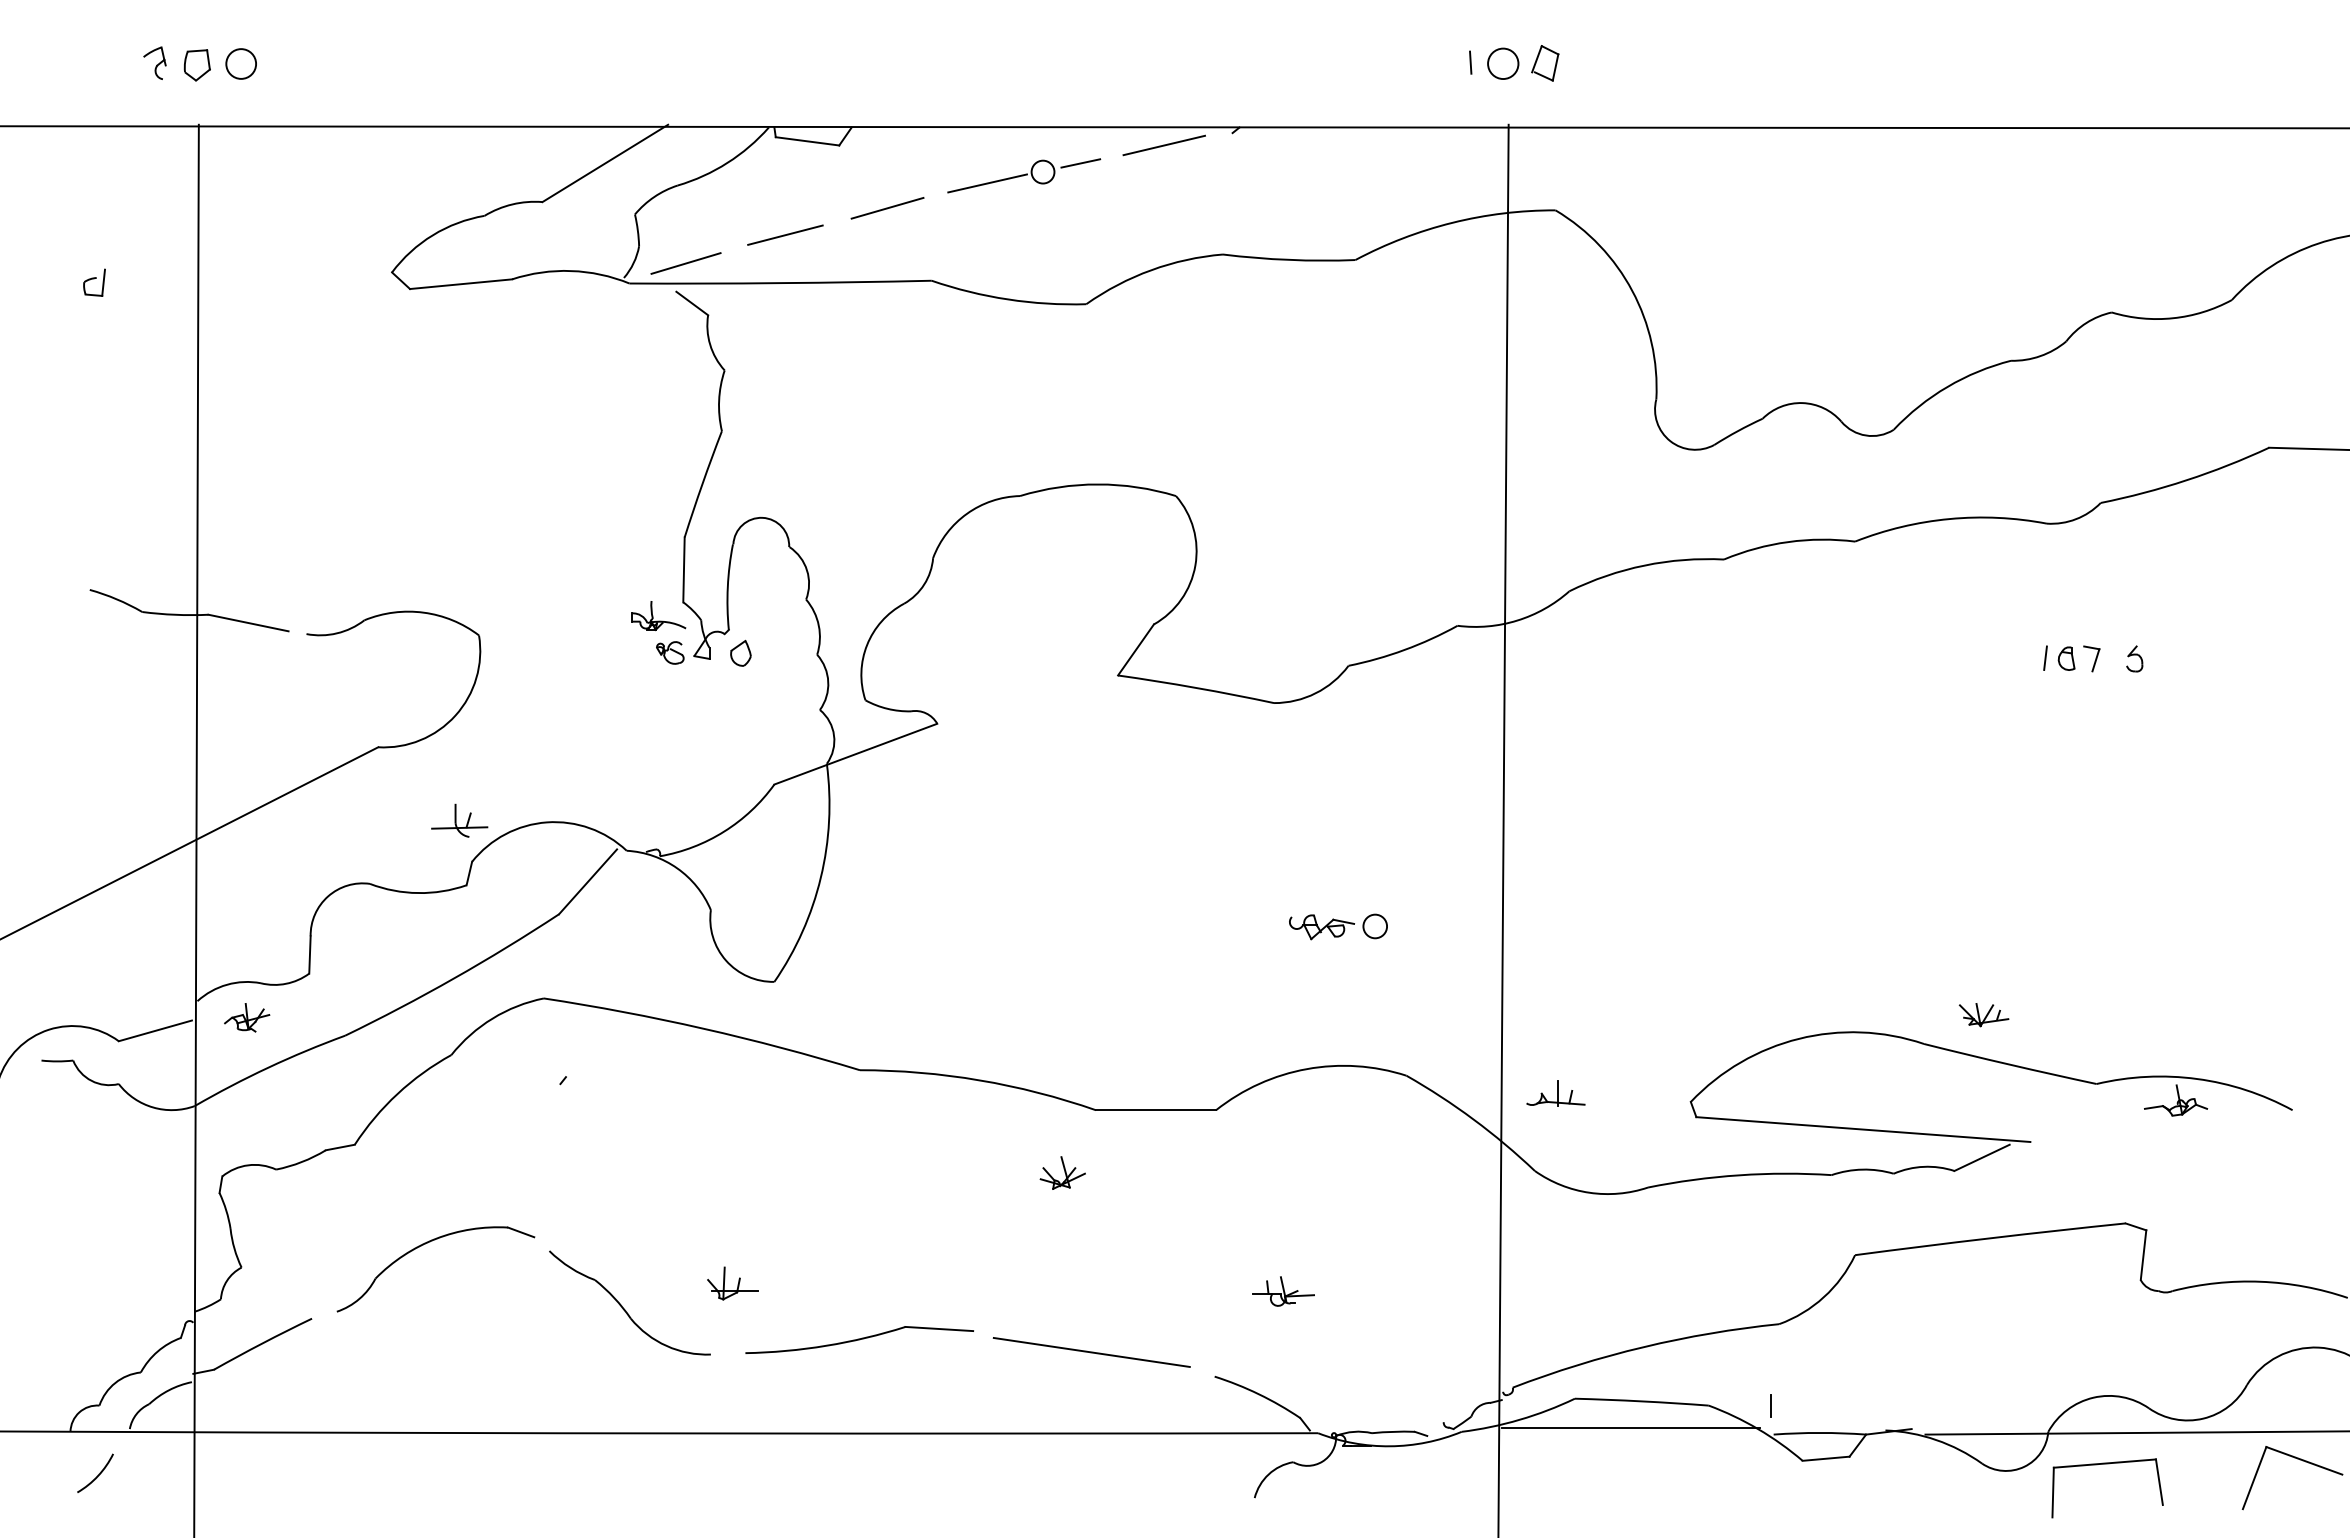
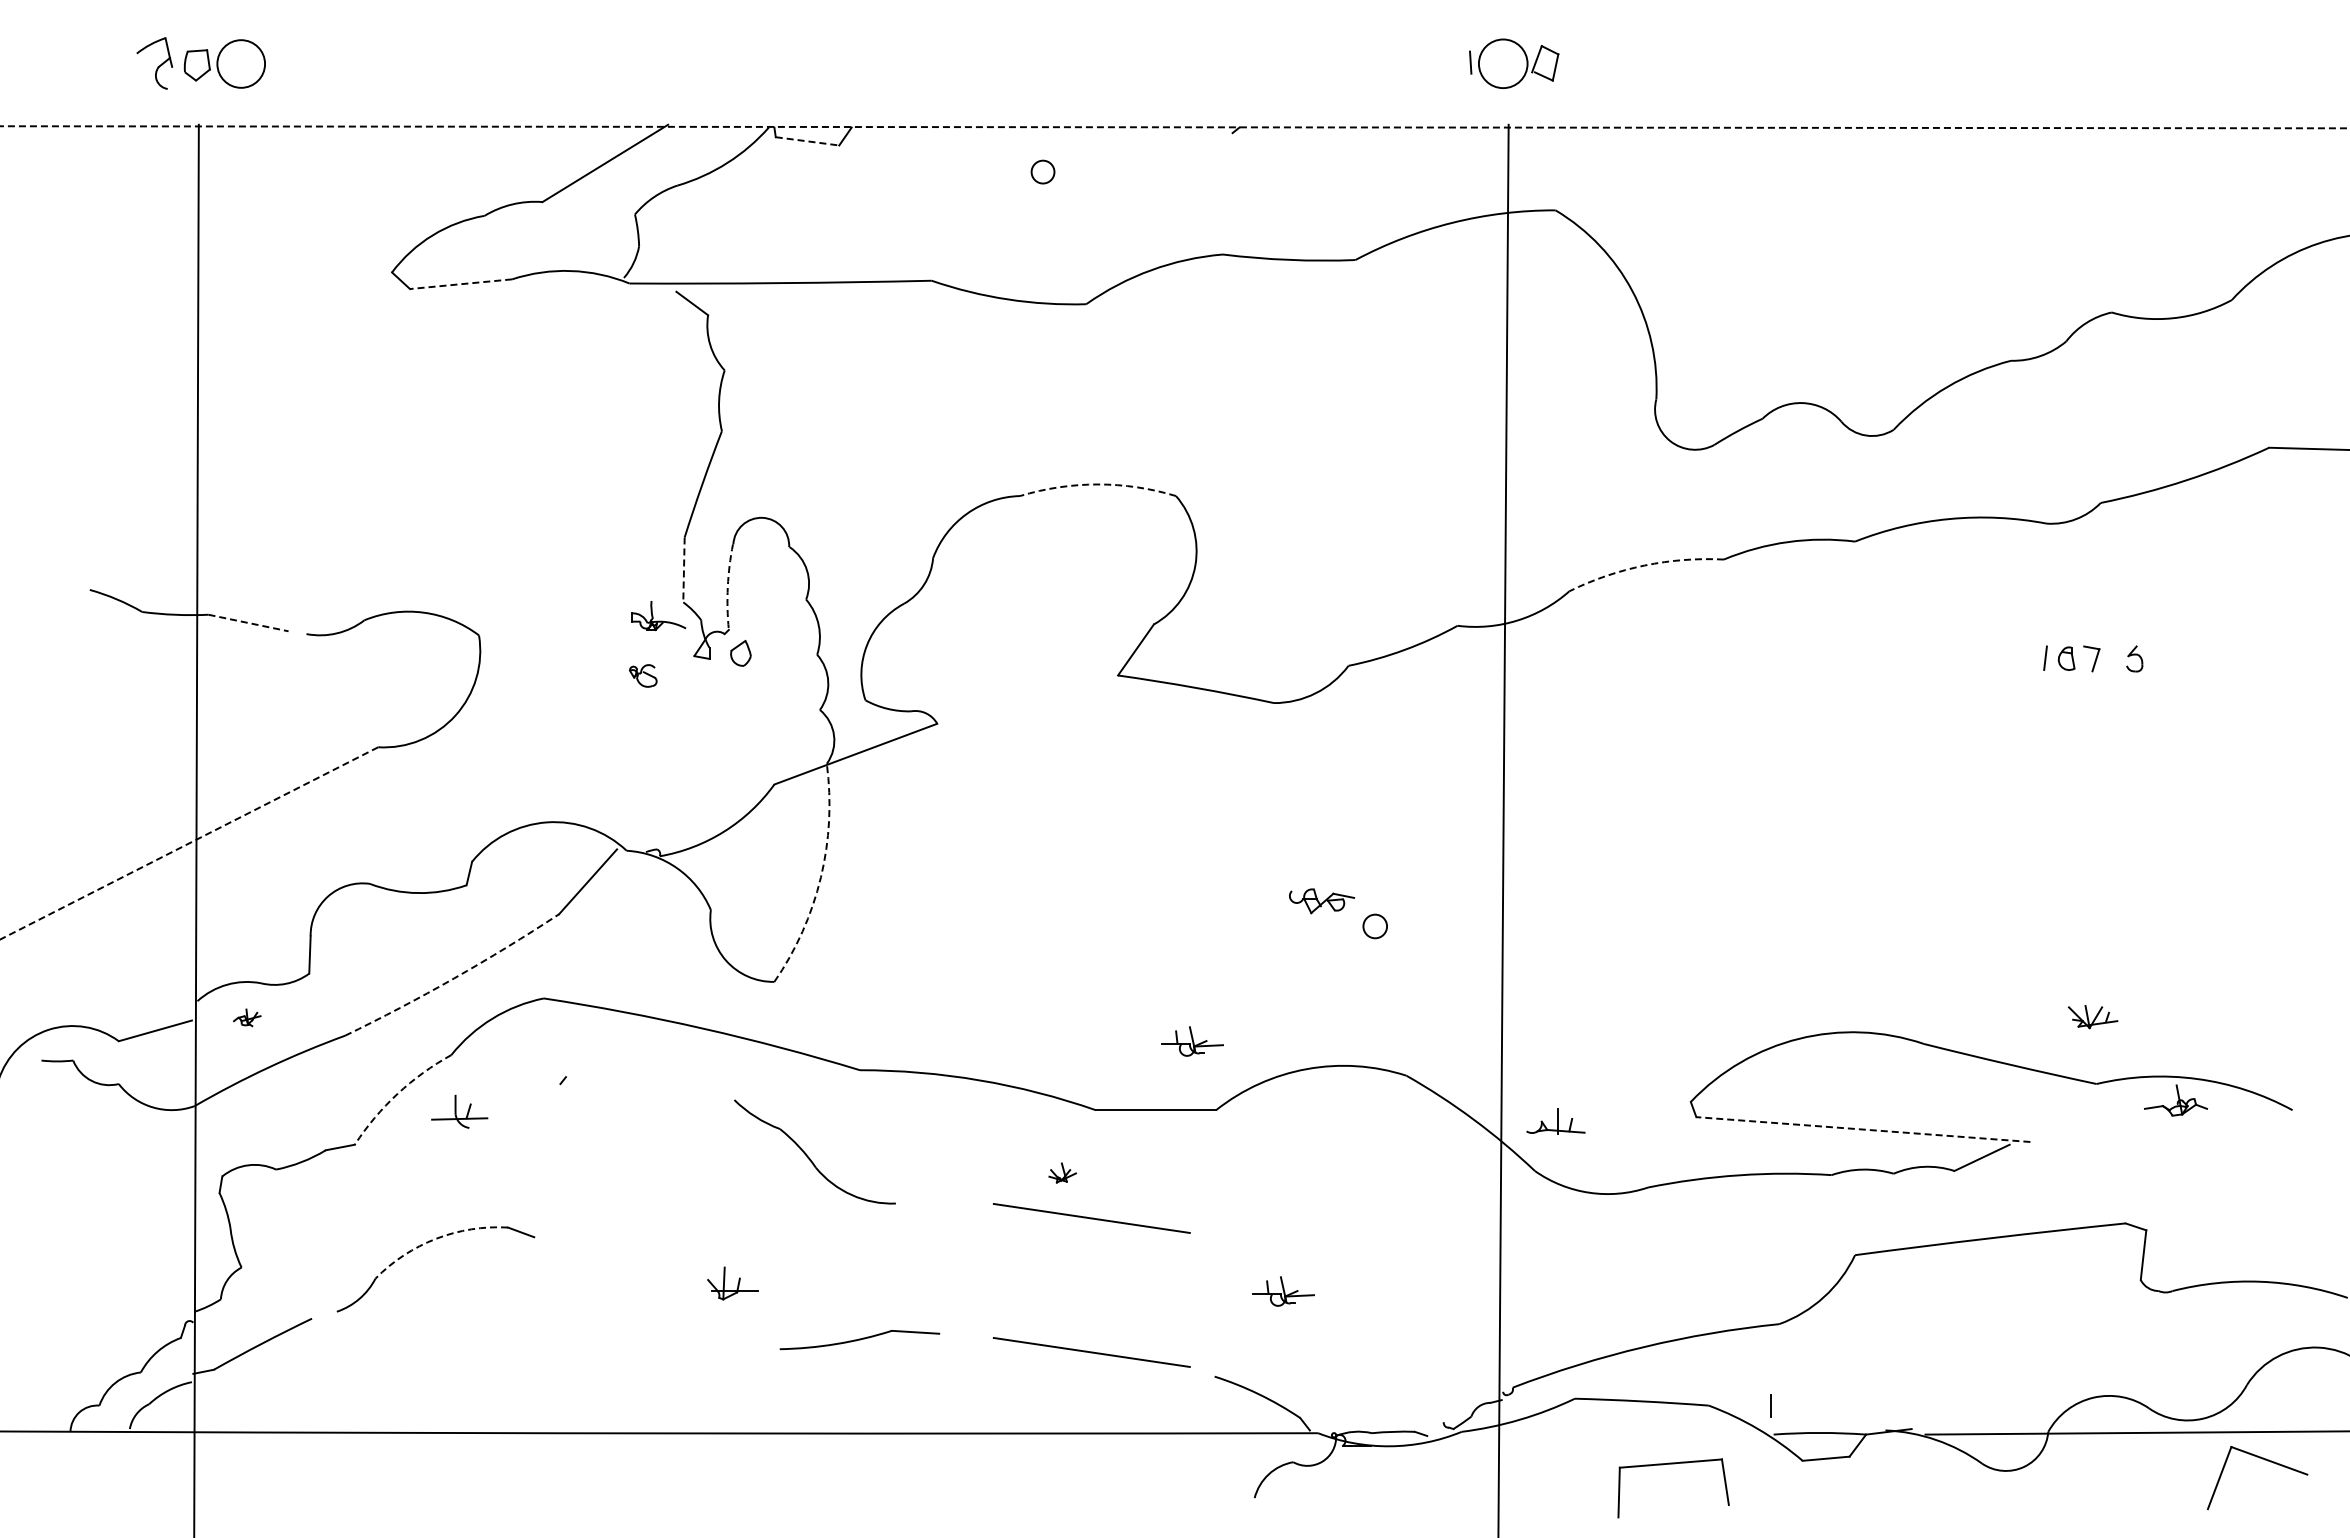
part at (154, 62) size: 24x34 px -> 38x53 px
circle at (241, 63) diameter: 30 px -> 48 px
circle at (1503, 63) diameter: 30 px -> 49 px
line at (1175, 127): solid -> dashed
line at (808, 141): solid -> dashed
line at (1164, 145): present -> none
line at (1080, 163): present -> none
line at (987, 183): present -> none
line at (887, 207): present -> none
line at (785, 234): present -> none
line at (685, 263): present -> none
part at (94, 282): present -> none
line at (460, 284): solid -> dashed
arc at (1098, 484): solid -> dashed
arc at (1644, 565): solid -> dashed
line at (683, 570): solid -> dashed
arc at (727, 587): solid -> dashed
line at (248, 623): solid -> dashed
part at (670, 652) position: (670, 652) -> (643, 675)
part at (459, 820) position: (459, 820) -> (459, 1111)
line at (189, 843): solid -> dashed
arc at (820, 877): solid -> dashed
part at (1321, 927) position: (1321, 927) -> (1321, 901)
arc at (454, 978): solid -> dashed
part at (1983, 1015) position: (1983, 1015) -> (2092, 1017)
part at (247, 1017) size: 47x30 px -> 29x20 px
part at (1192, 1041): none -> present
arc at (397, 1093): solid -> dashed
part at (1555, 1093) position: (1555, 1093) -> (1555, 1121)
line at (1862, 1129): solid -> dashed
part at (1062, 1172) size: 47x34 px -> 29x22 px
line at (1091, 1218): none -> present
arc at (436, 1238): solid -> dashed
part at (622, 1305) position: (622, 1305) -> (807, 1154)
part at (859, 1339) size: 230x28 px -> 162x22 px
line at (1630, 1427): present -> none
part at (2297, 1459) position: (2297, 1459) -> (2262, 1459)
part at (2107, 1464) position: (2107, 1464) -> (1673, 1464)
arc at (98, 1474): present -> none
